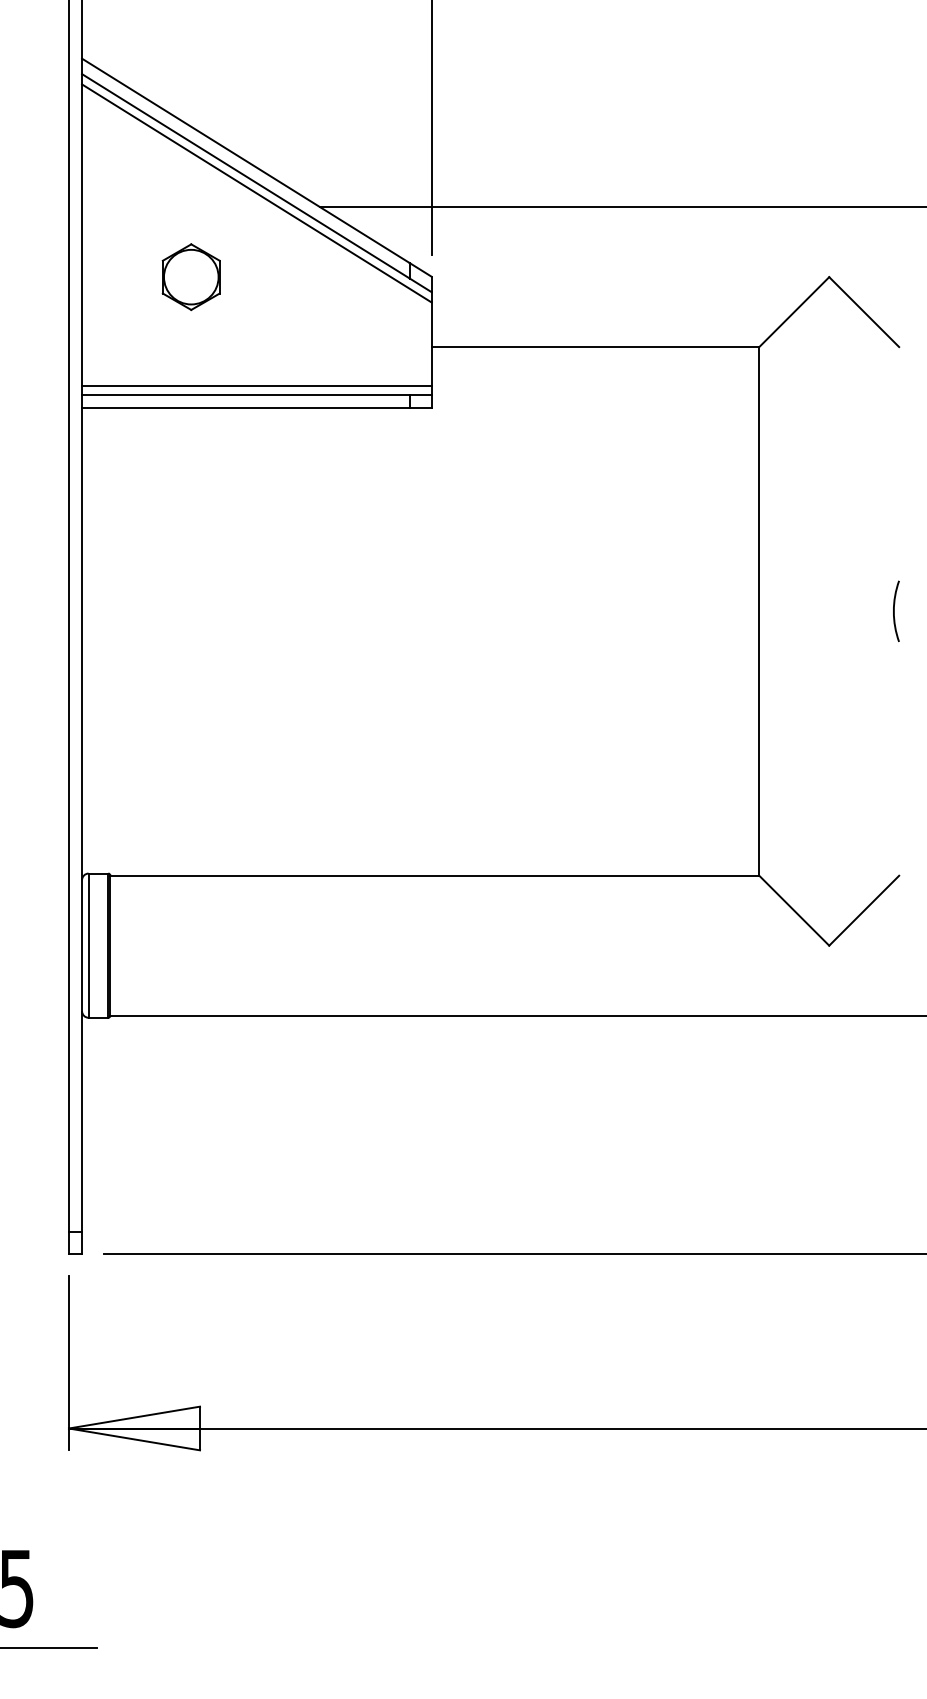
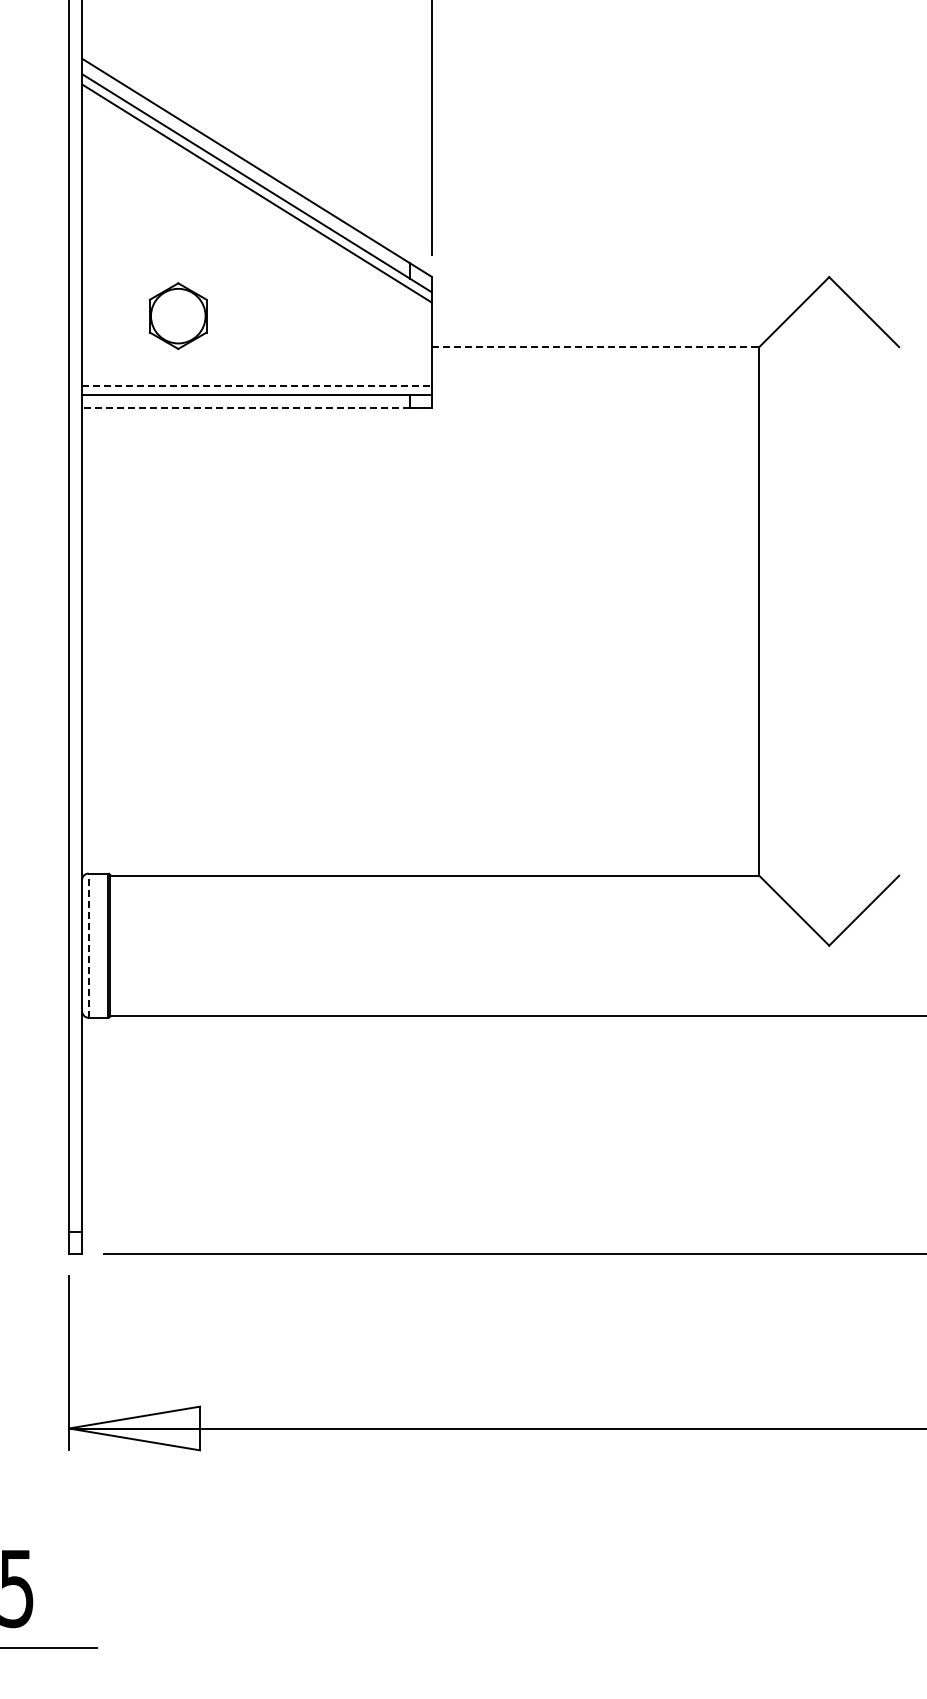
line at (621, 207): present -> none
part at (190, 277) position: (190, 277) -> (177, 316)
line at (595, 347): solid -> dashed
line at (256, 386): solid -> dashed
line at (245, 408): solid -> dashed
arc at (894, 610): present -> none
line at (88, 945): solid -> dashed
